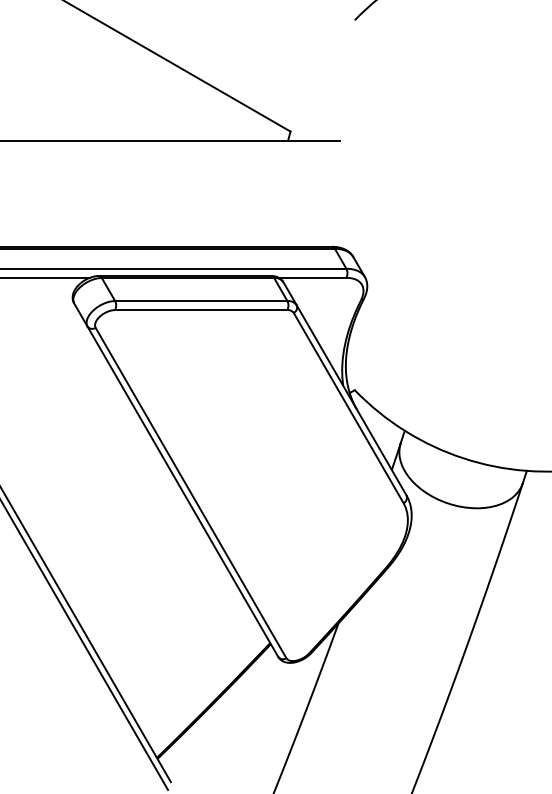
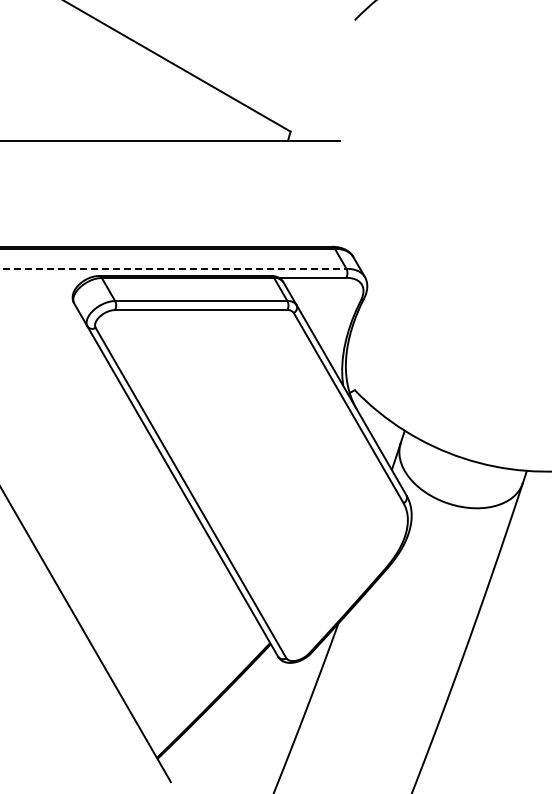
line at (173, 268): solid -> dashed
line at (46, 277): present -> none
line at (85, 645): present -> none
